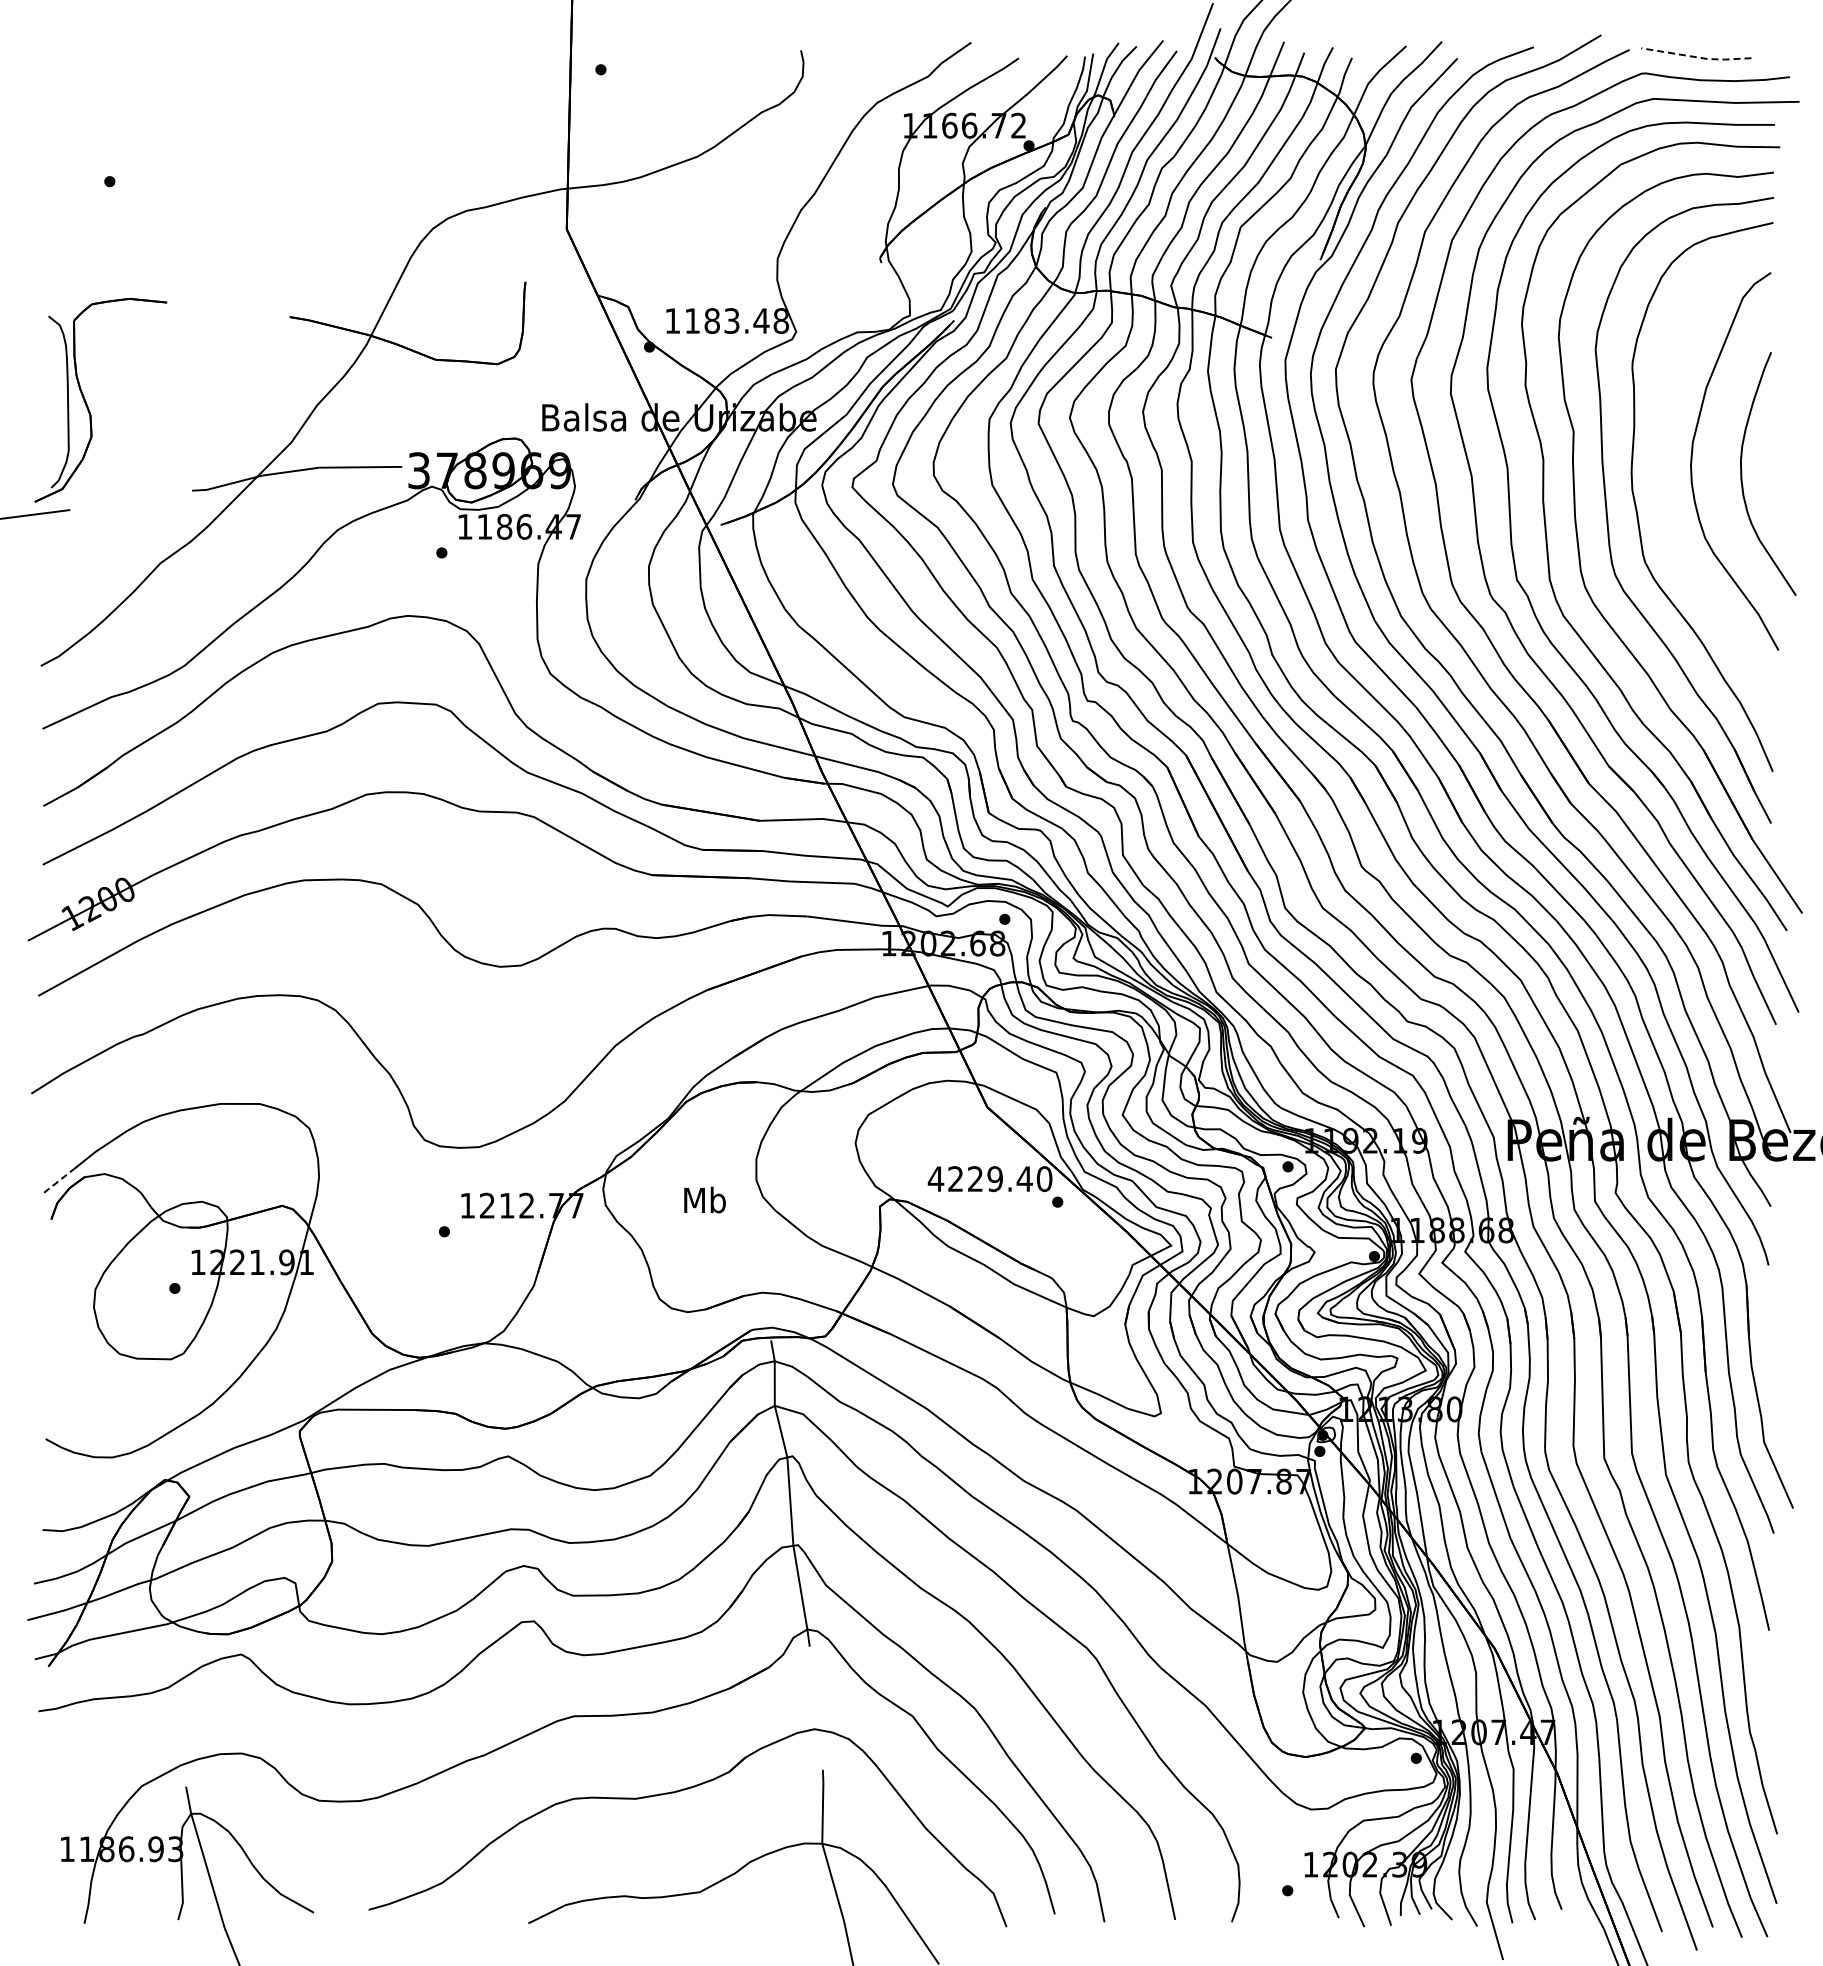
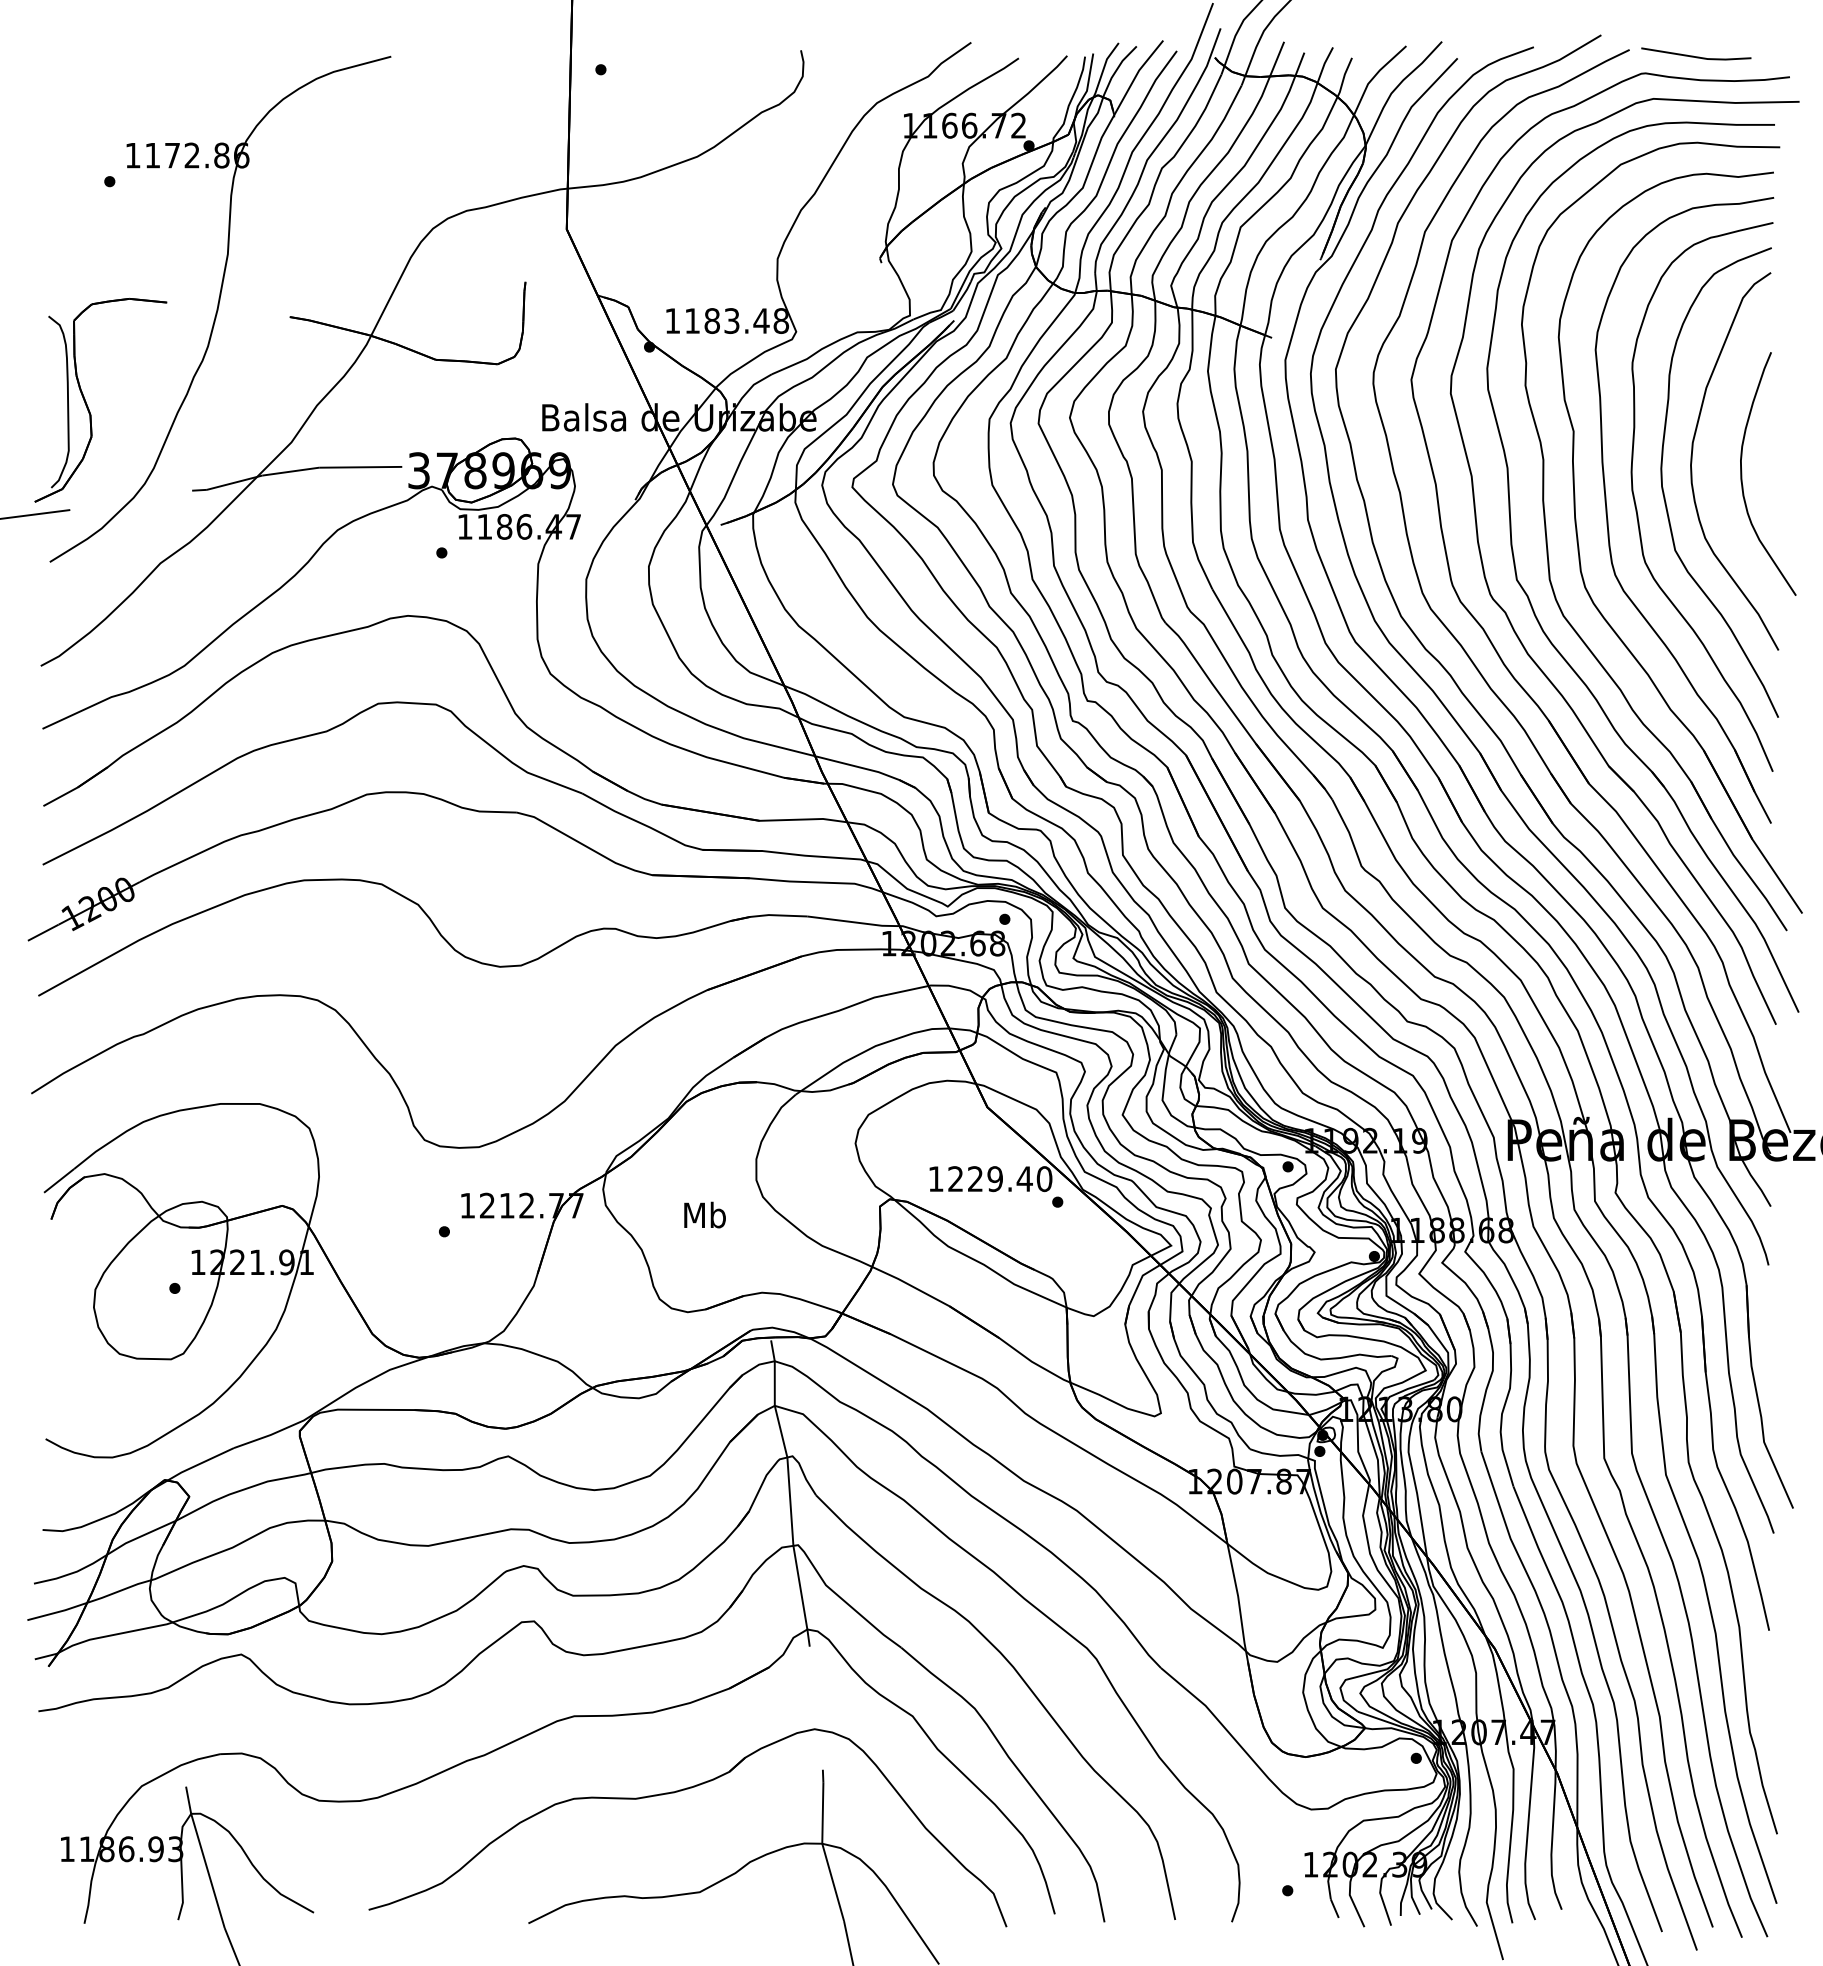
line at (1696, 57): dashed -> solid
part at (220, 308): none -> present
curve at (1664, 492): none -> present
text at (935, 1178): 4229.40 -> 1229.40
line at (59, 1180): dashed -> solid
text at (704, 1199) position: (704, 1199) -> (704, 1214)
